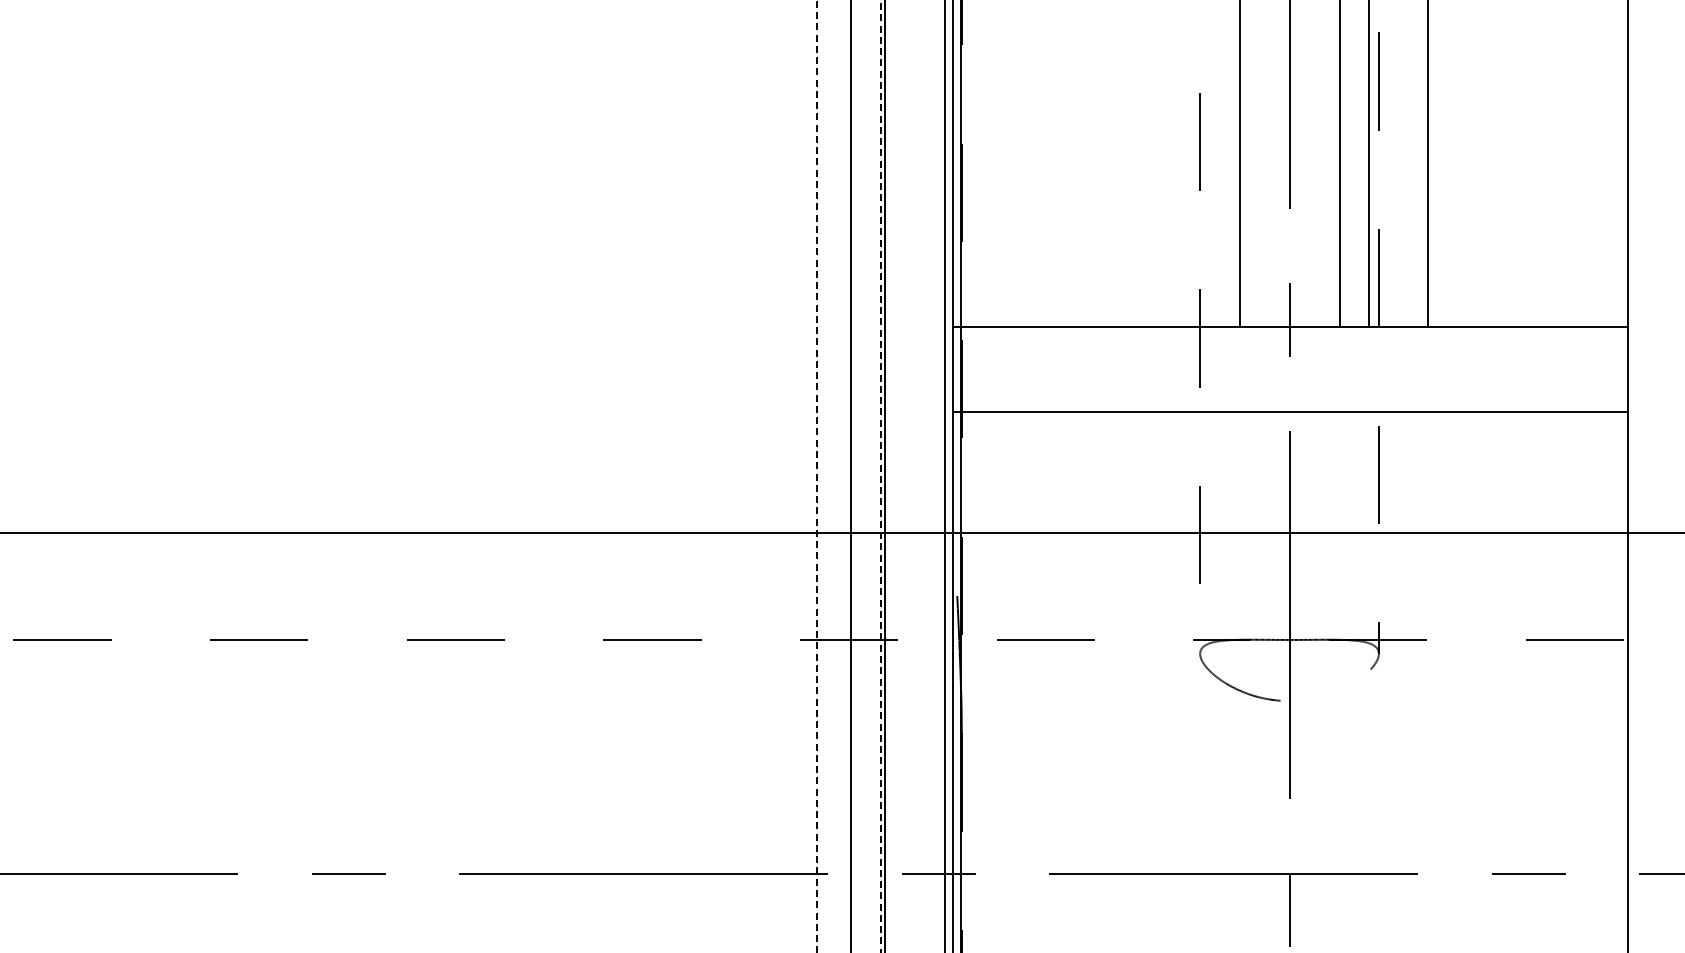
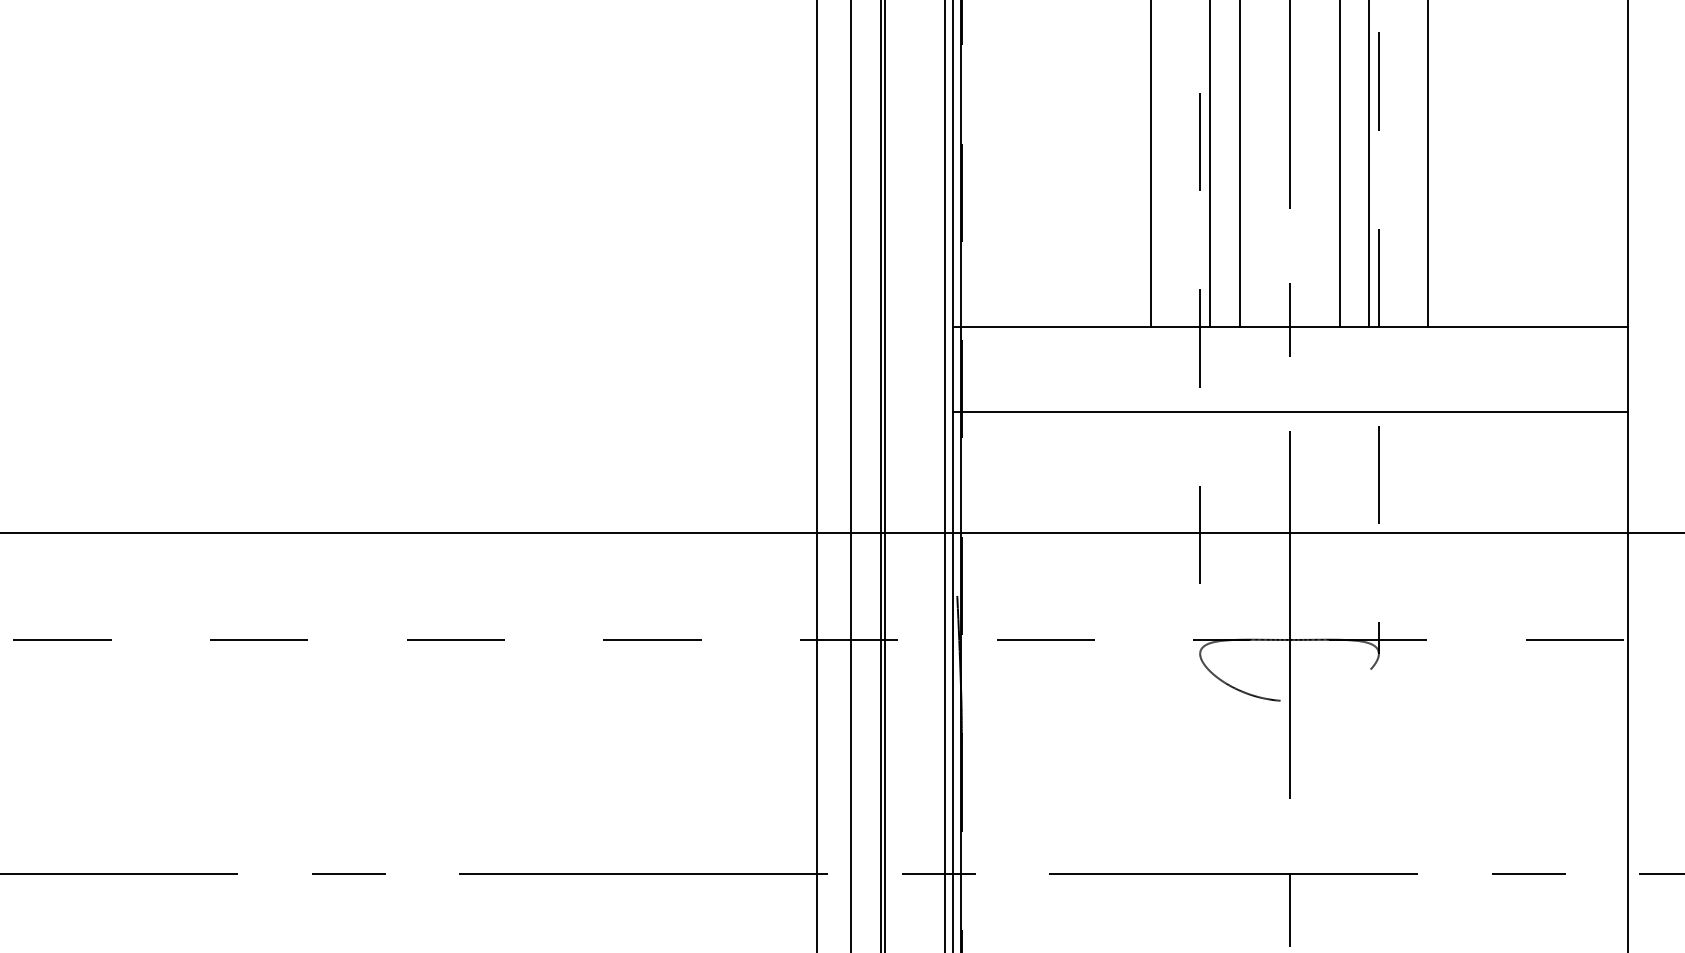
line at (1151, 164): none -> present
line at (1209, 164): none -> present
line at (817, 476): dashed -> solid
line at (880, 476): dashed -> solid
